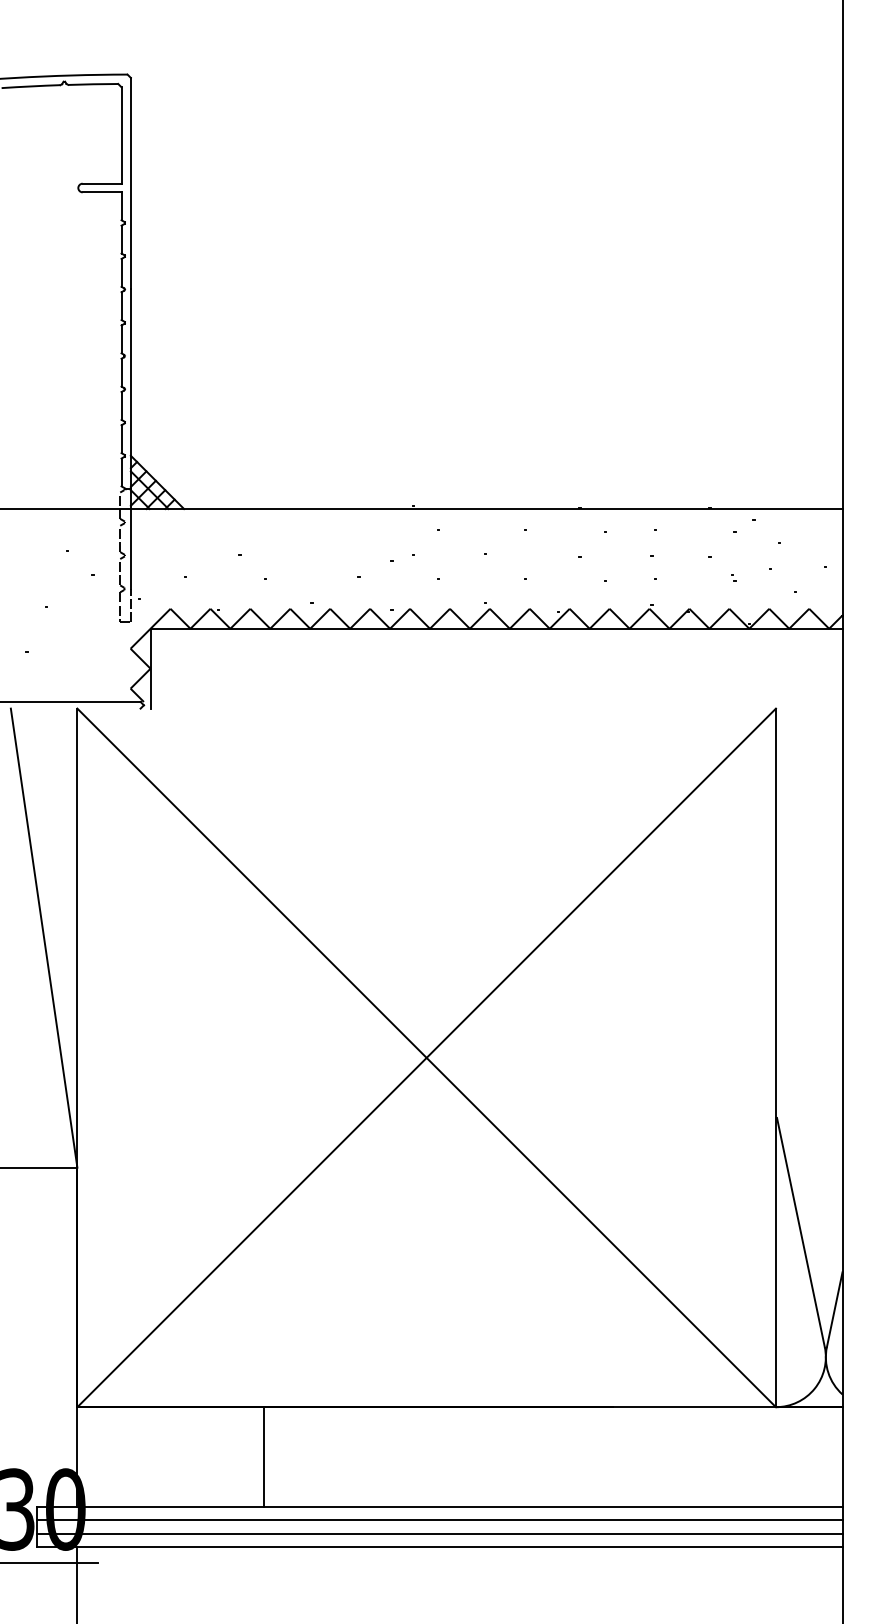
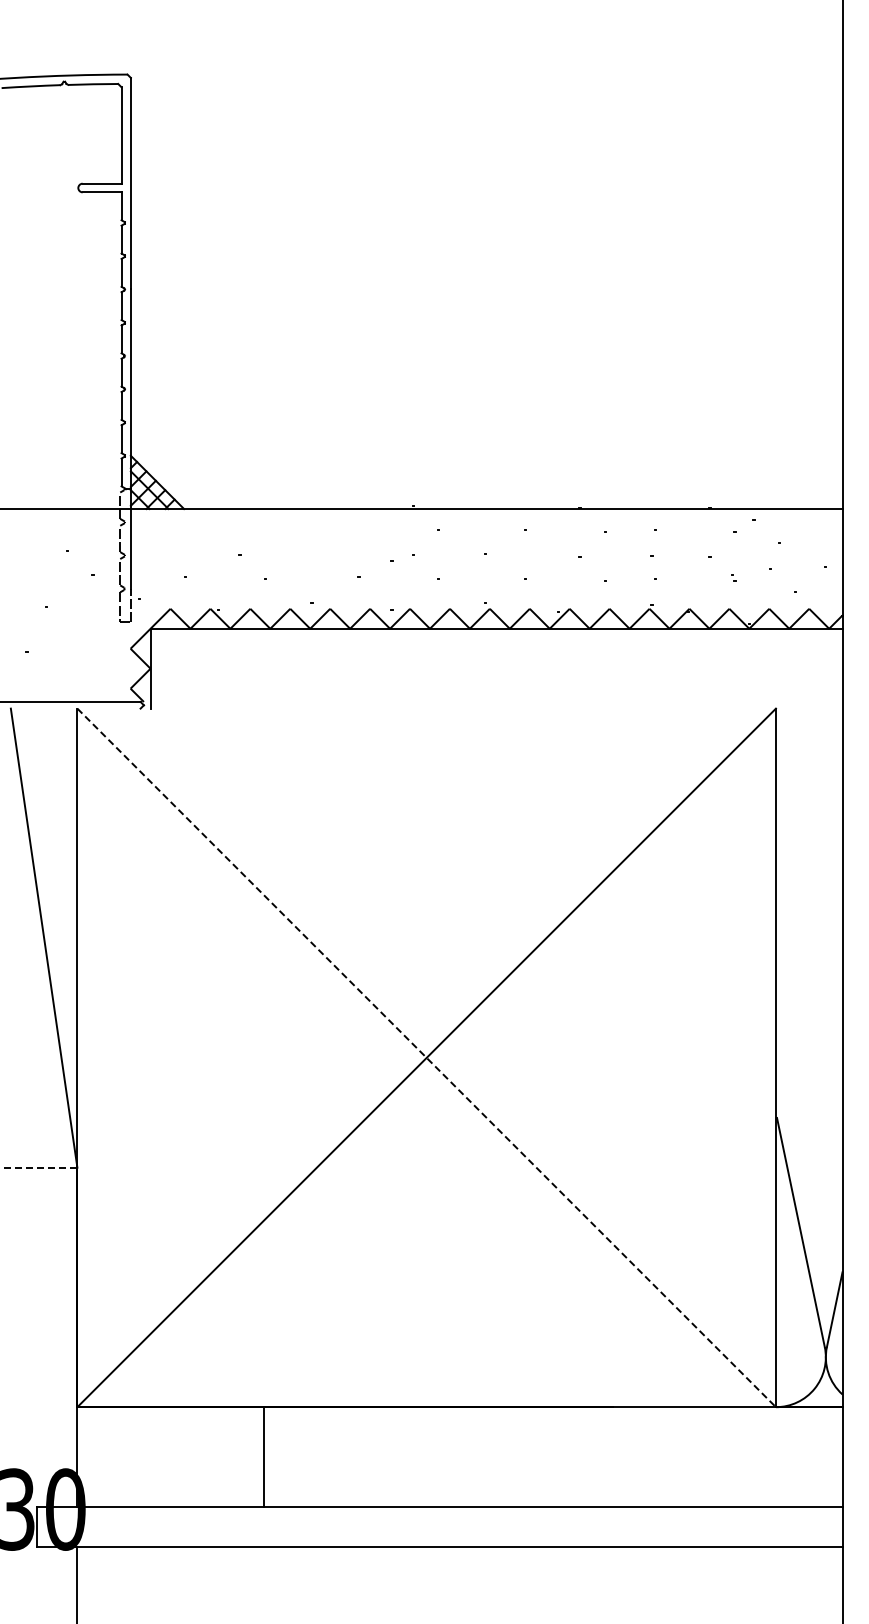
line at (426, 1057): solid -> dashed
line at (38, 1167): solid -> dashed
line at (439, 1520): present -> none
line at (439, 1533): present -> none
line at (49, 1562): present -> none
